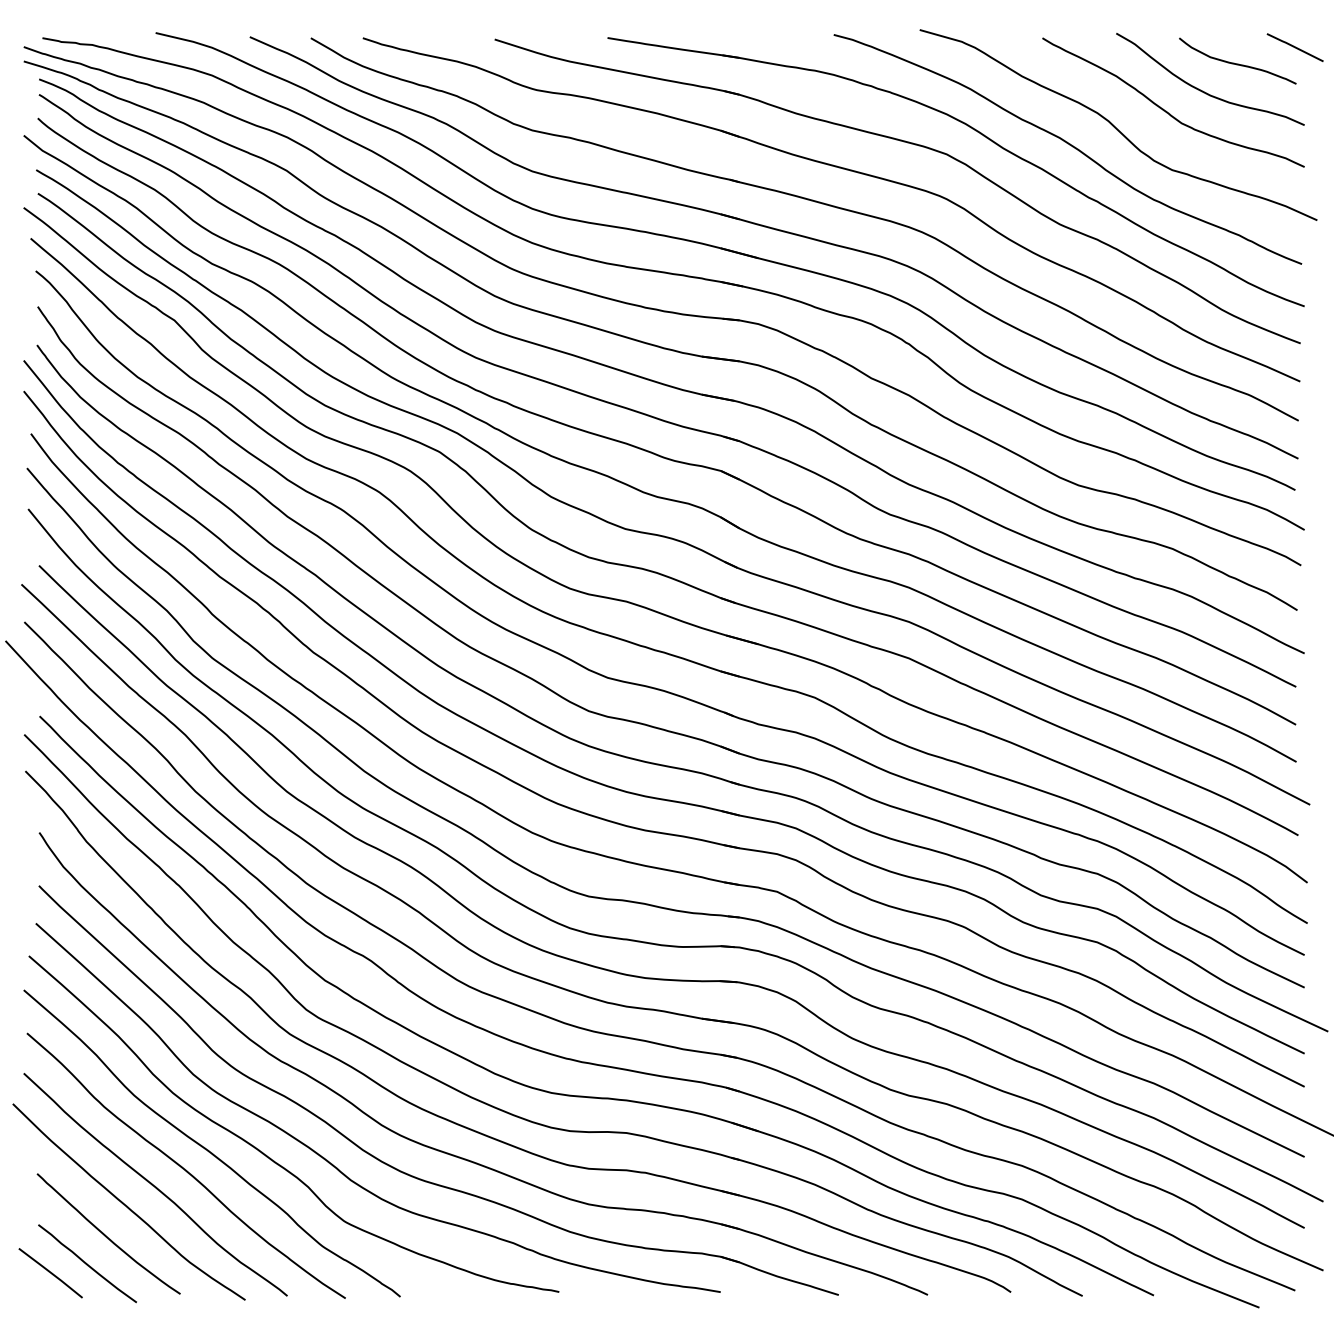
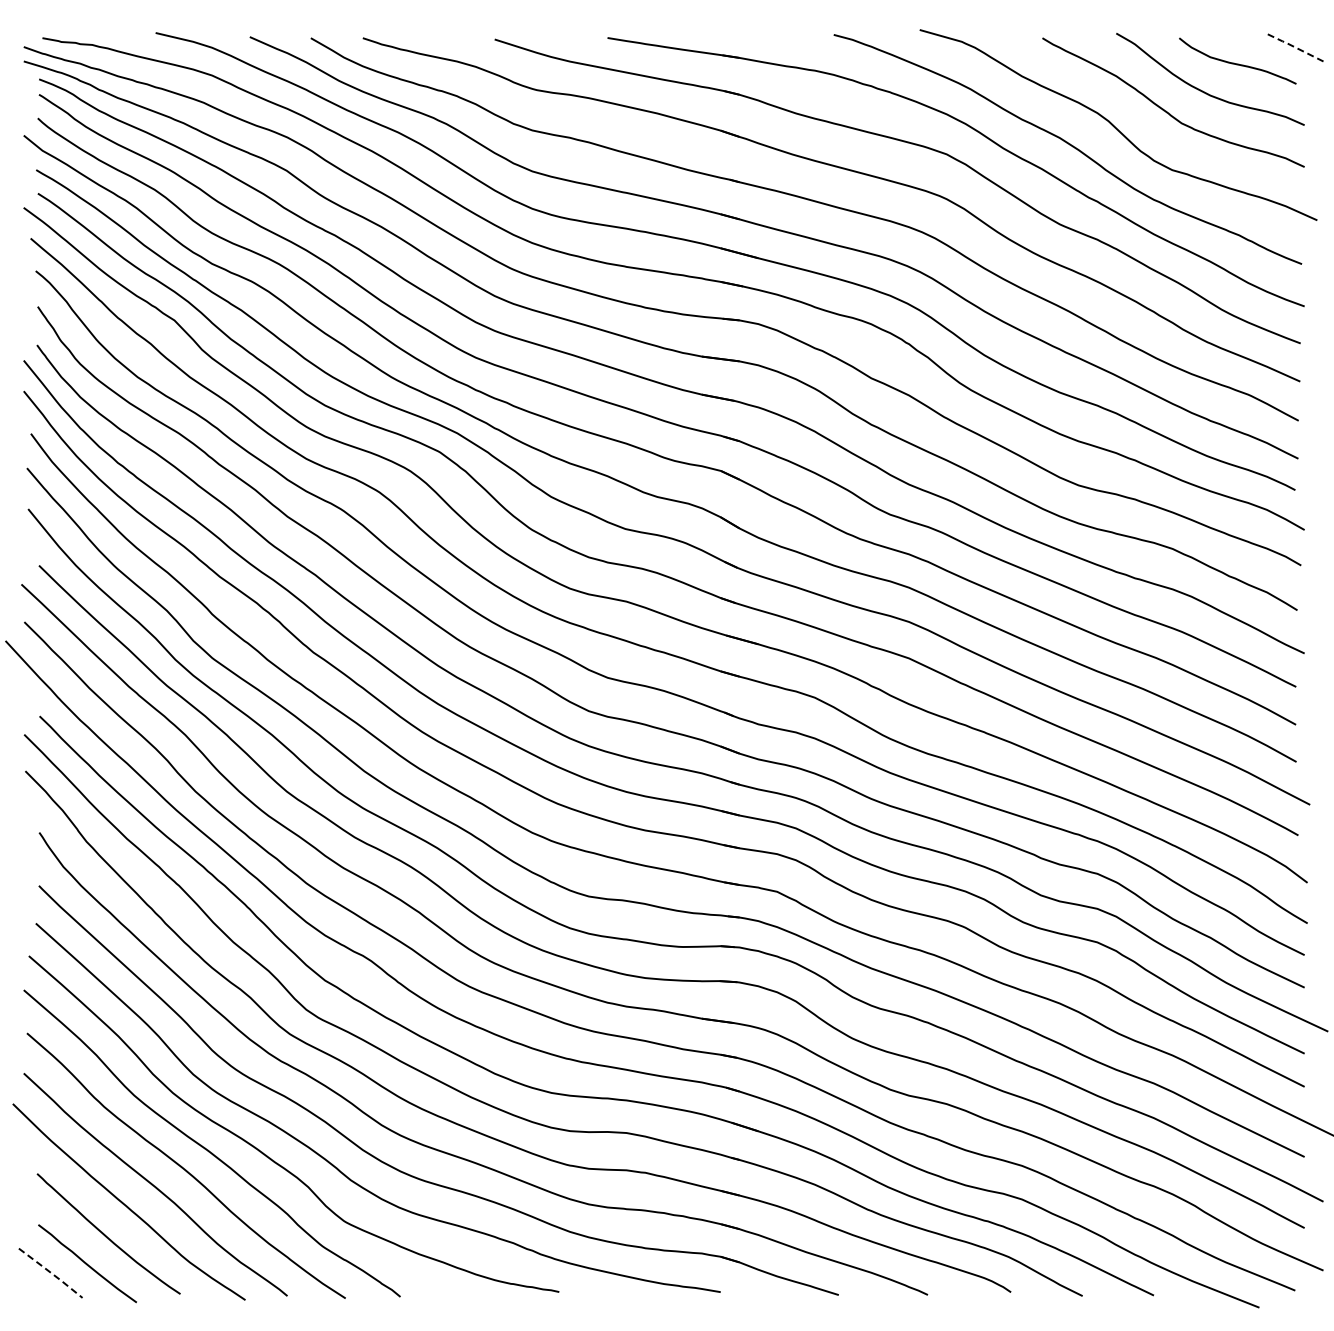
line at (1293, 46): solid -> dashed
line at (51, 1273): solid -> dashed
